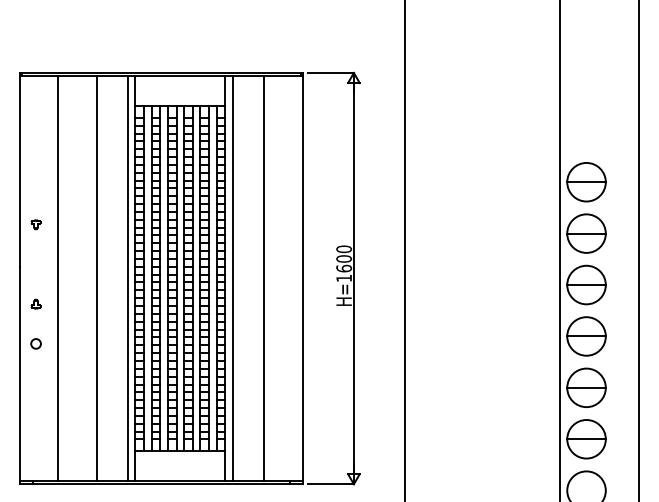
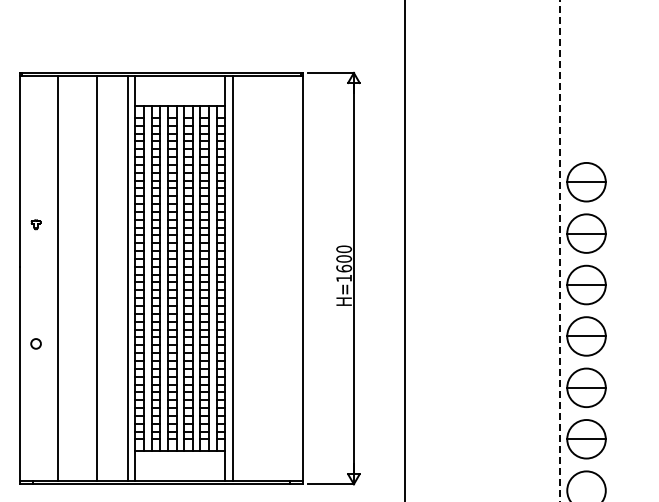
line at (639, 250): present -> none
line at (559, 251): solid -> dashed
line at (263, 278): present -> none
part at (35, 303): present -> none
